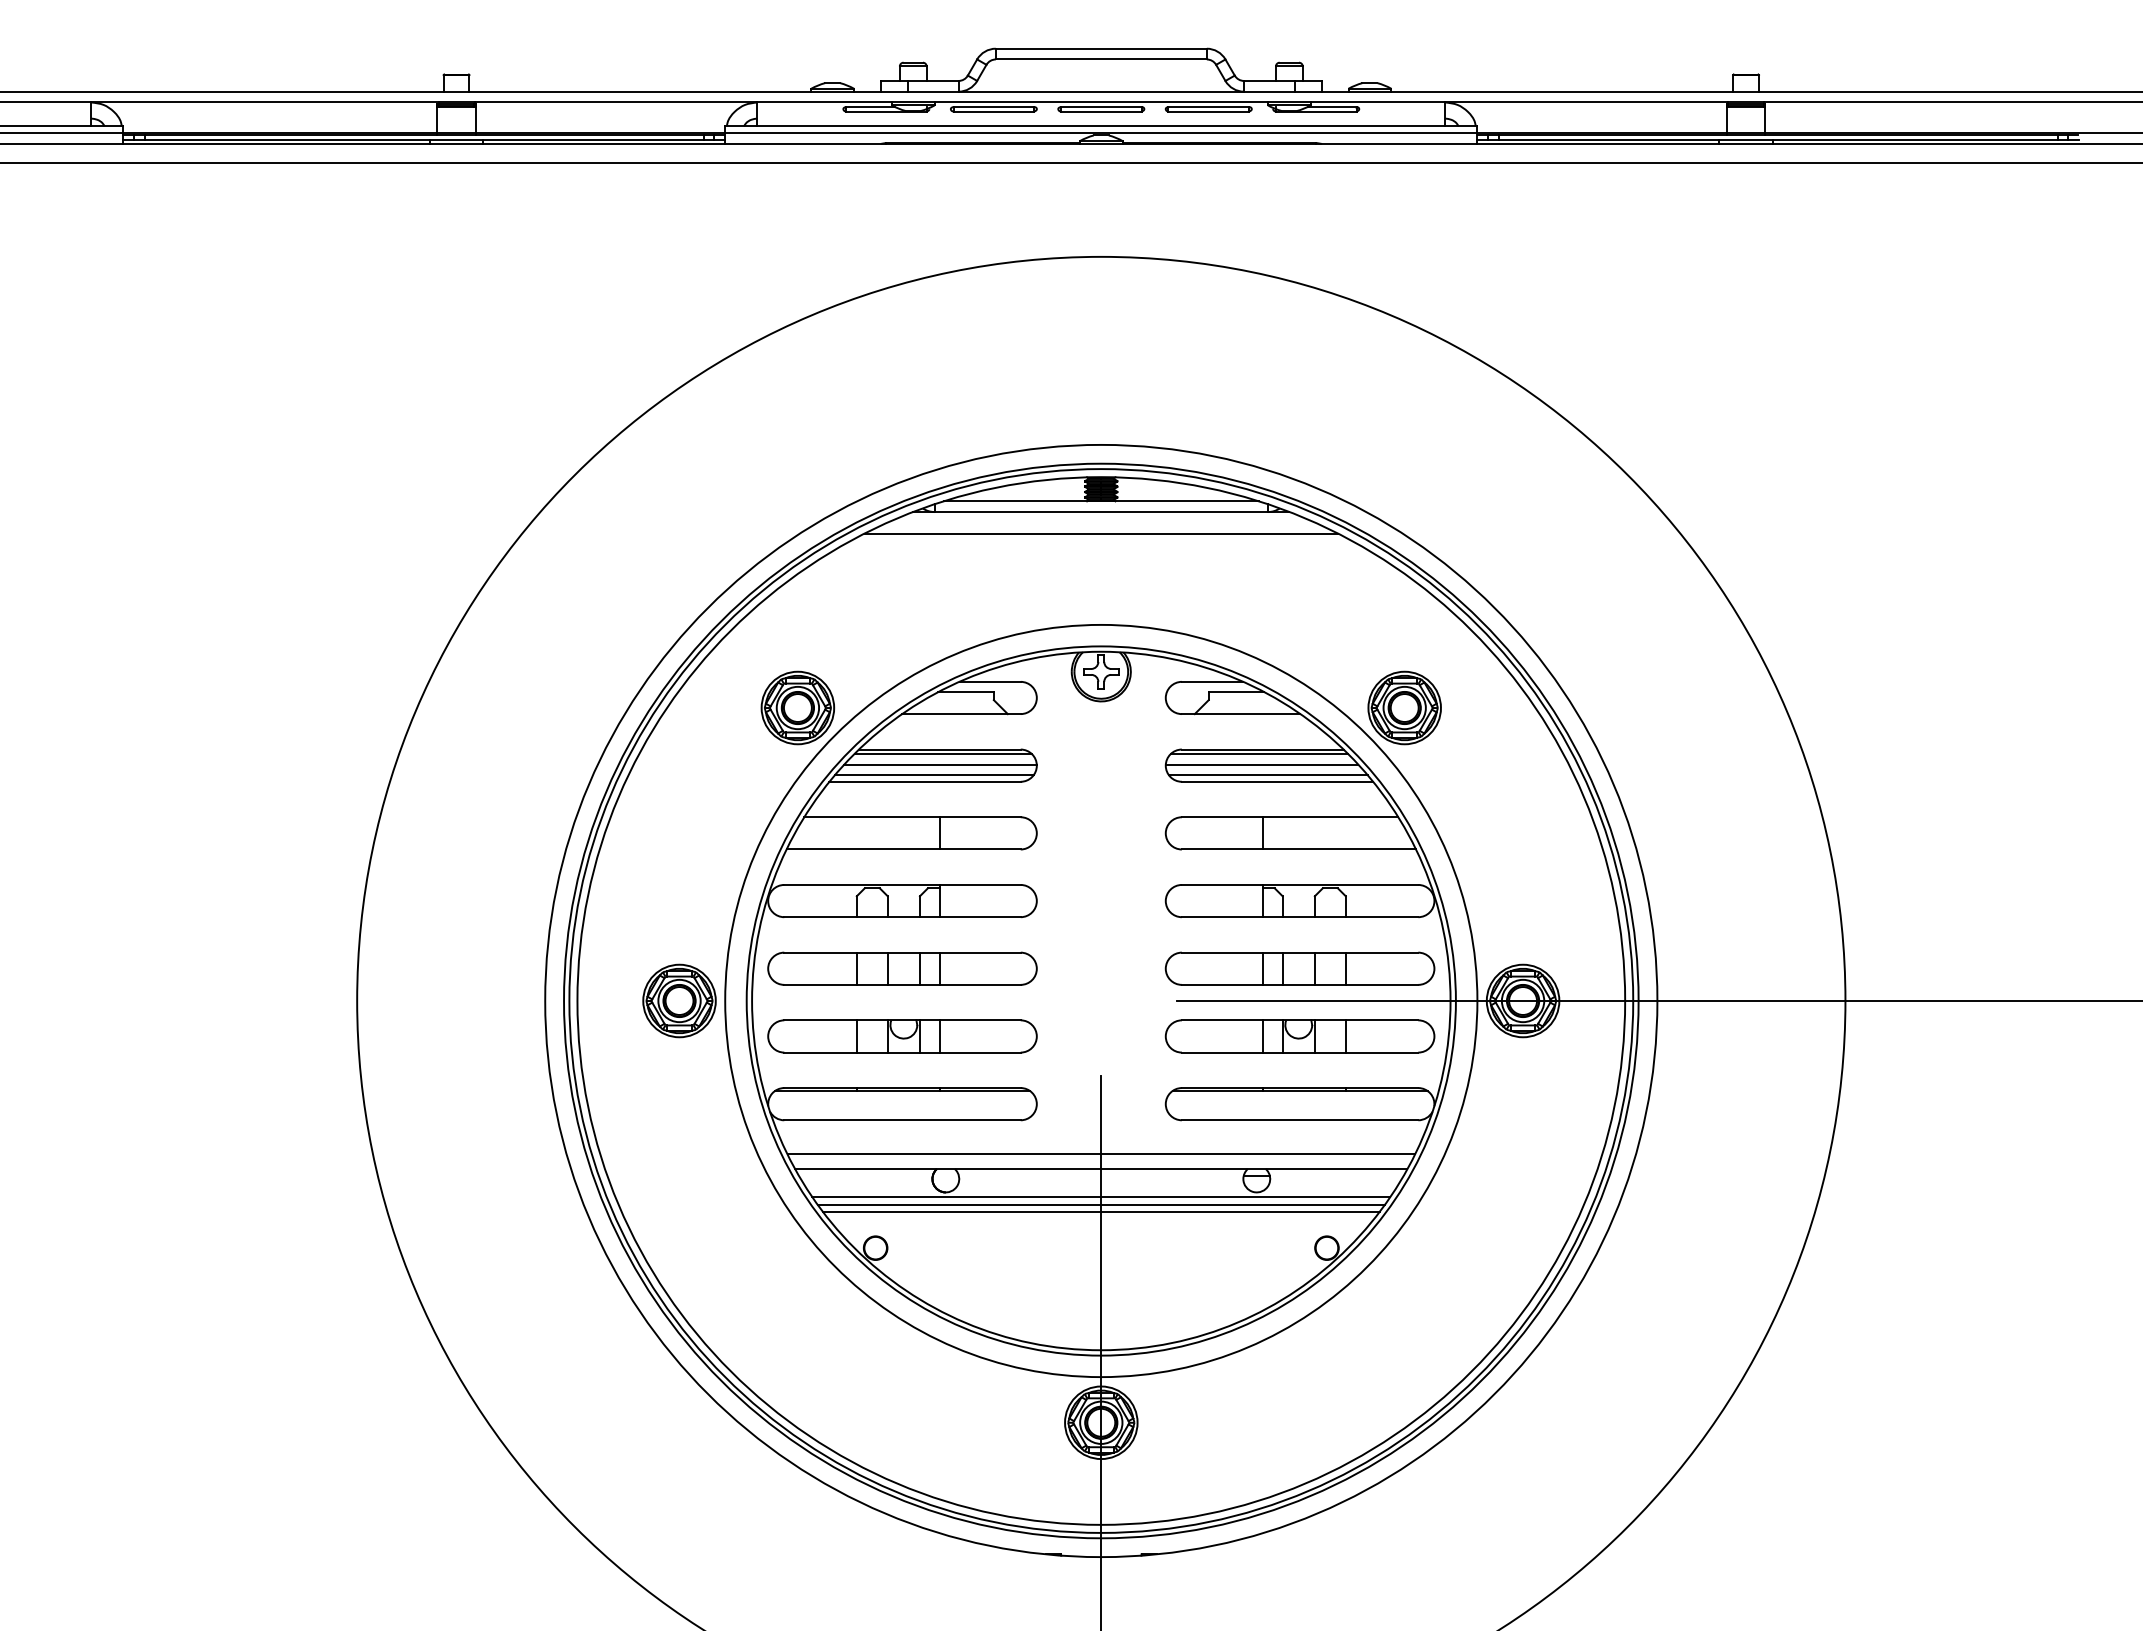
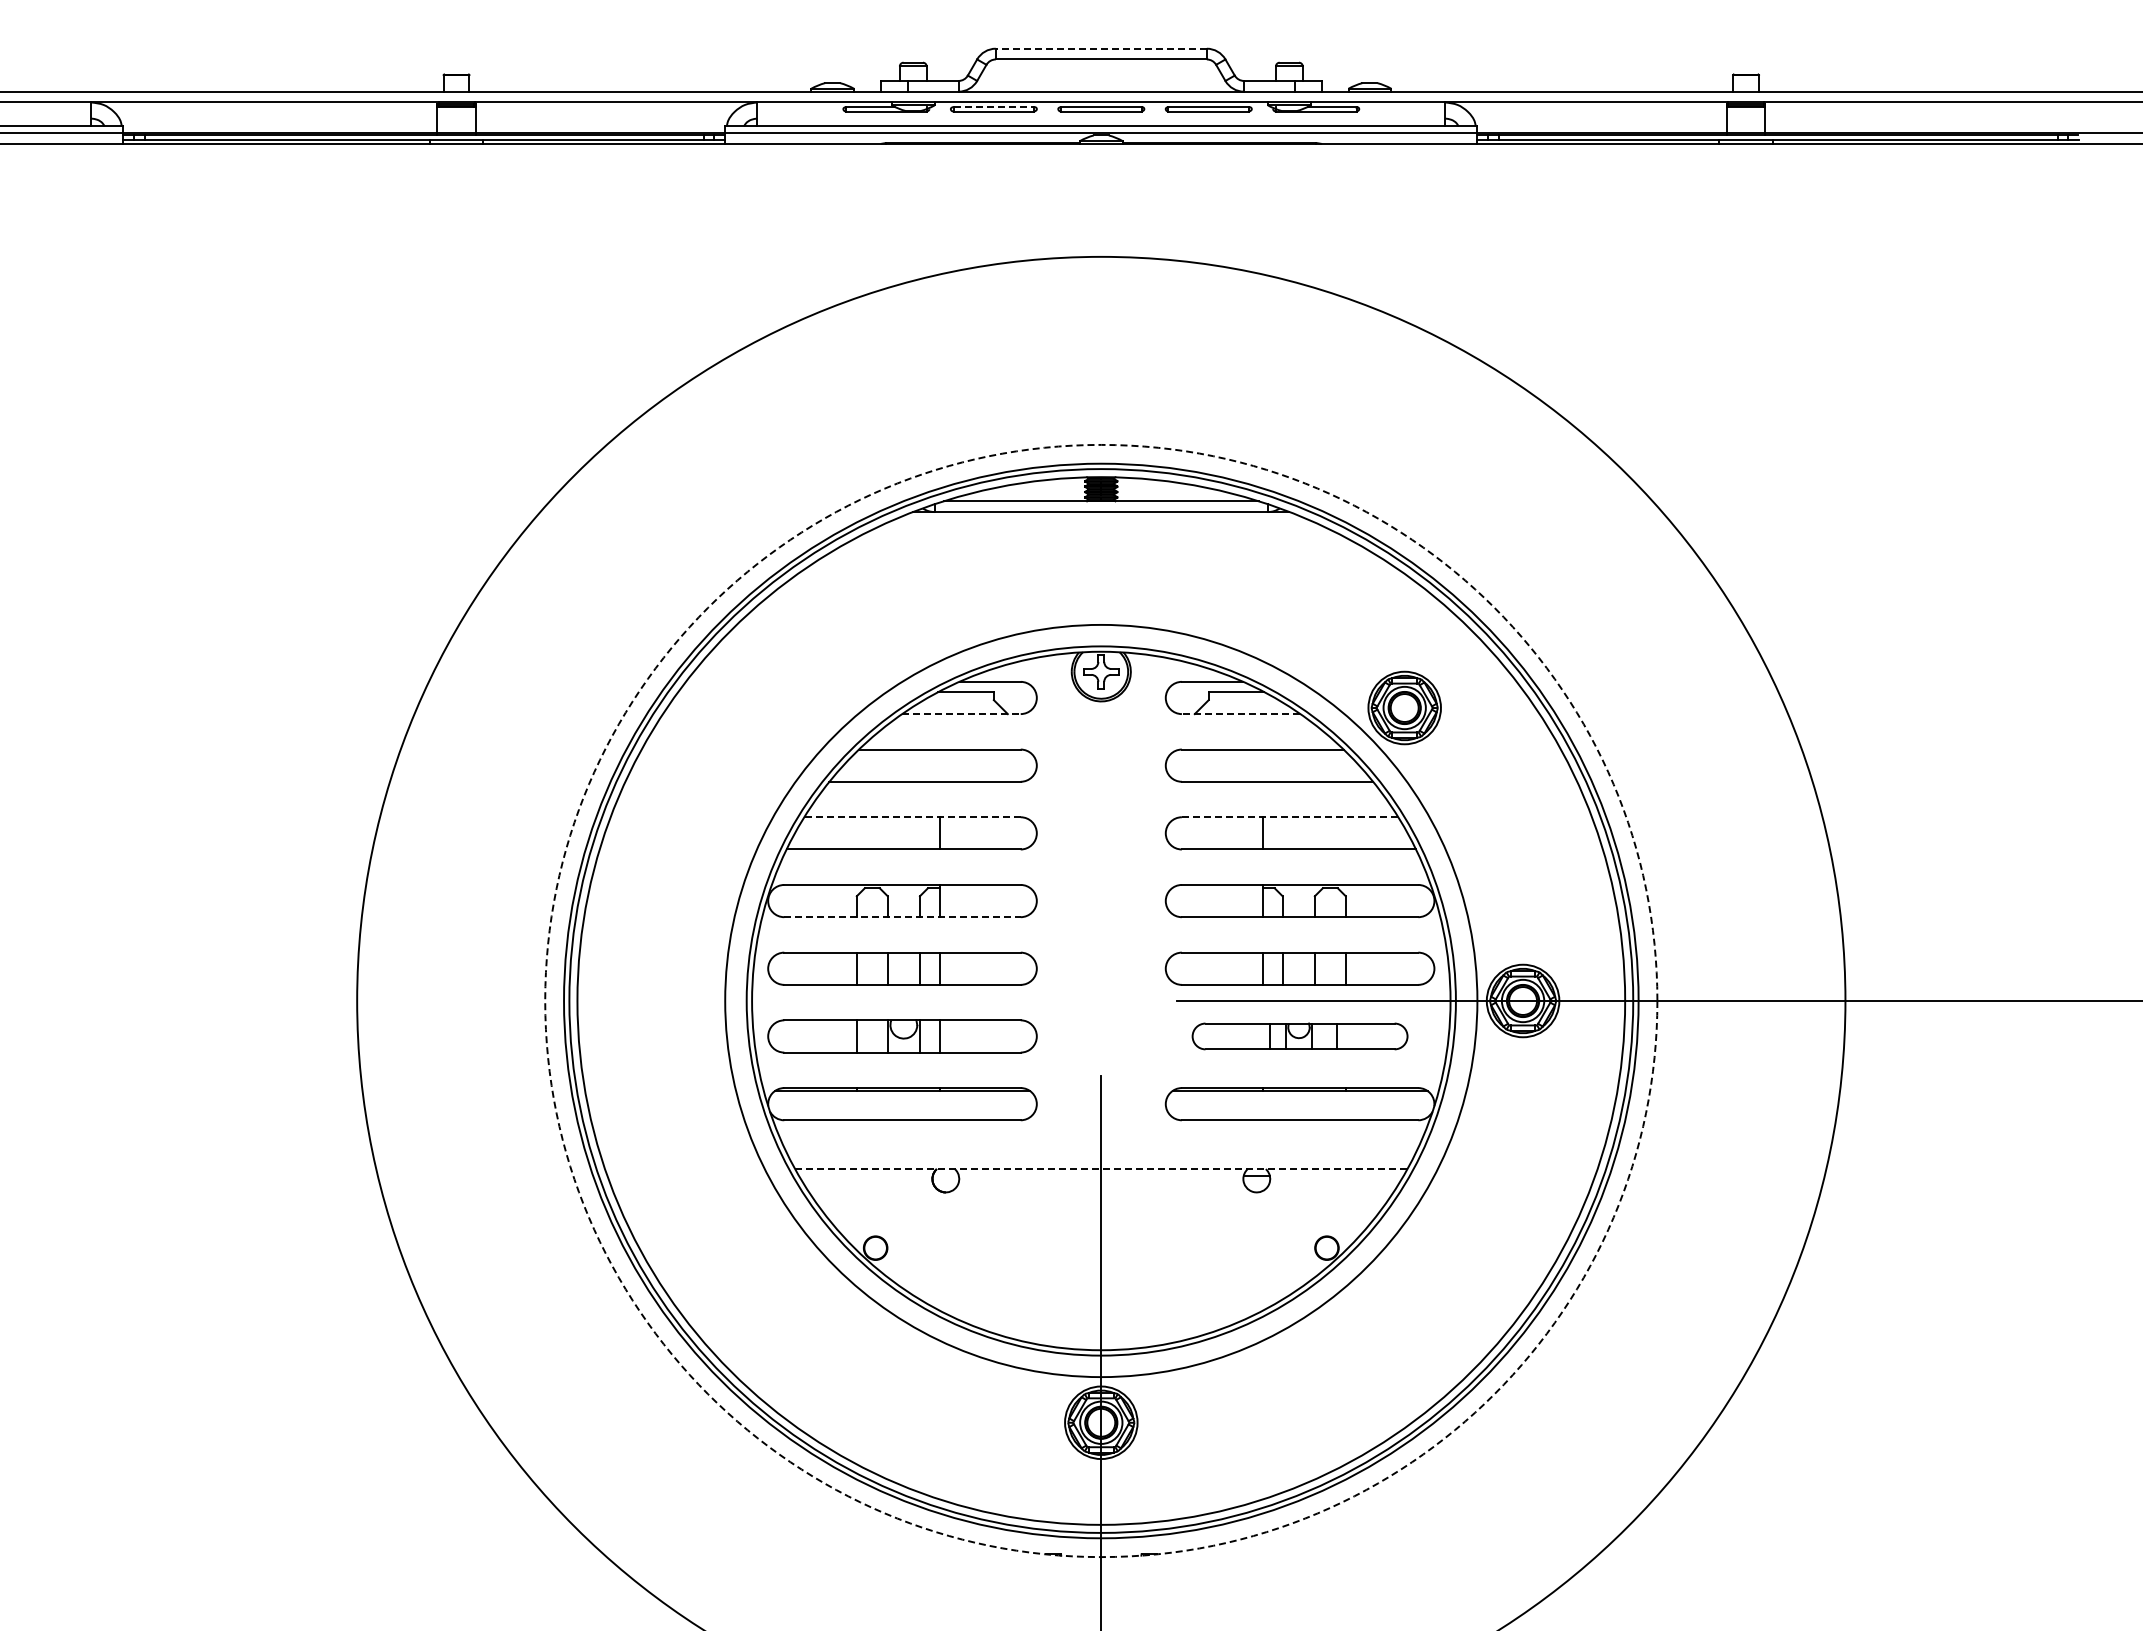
line at (1101, 48): solid -> dashed
line at (994, 107): solid -> dashed
line at (1070, 162): present -> none
line at (1100, 533): present -> none
part at (797, 707): present -> none
line at (961, 714): solid -> dashed
line at (1240, 714): solid -> dashed
line at (942, 753): present -> none
line at (1259, 753): present -> none
line at (940, 764): present -> none
line at (1261, 764): present -> none
line at (933, 775): present -> none
line at (1268, 775): present -> none
line at (912, 817): solid -> dashed
line at (1290, 817): solid -> dashed
line at (903, 917): solid -> dashed
part at (679, 1000): present -> none
circle at (1101, 1000): solid -> dashed
part at (1299, 1036) size: 272x35 px -> 218x29 px
line at (1101, 1154): present -> none
line at (1101, 1169): solid -> dashed
line at (1101, 1197): present -> none
line at (1100, 1205): present -> none
line at (1100, 1211): present -> none
